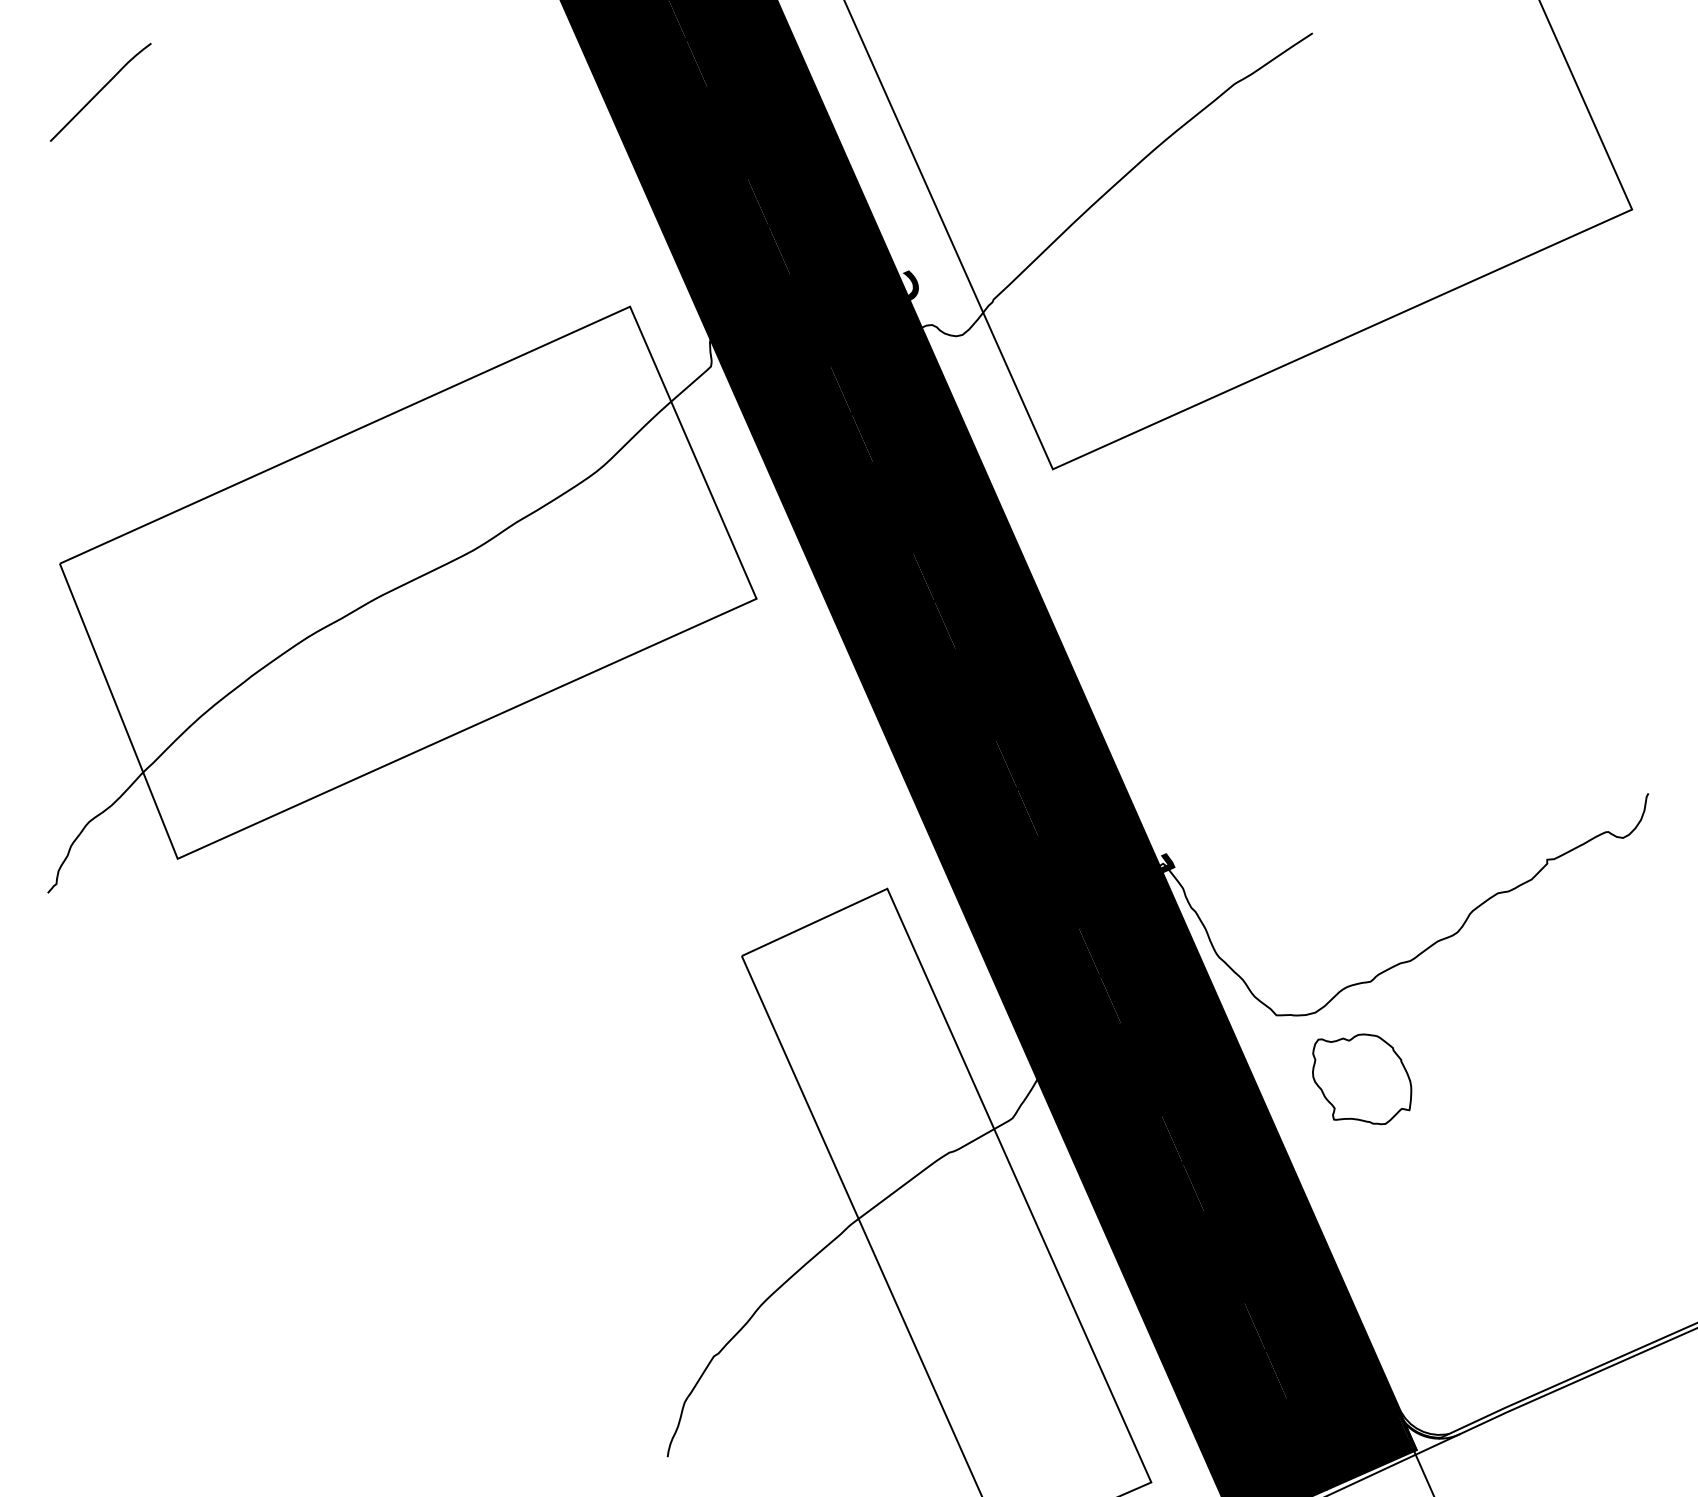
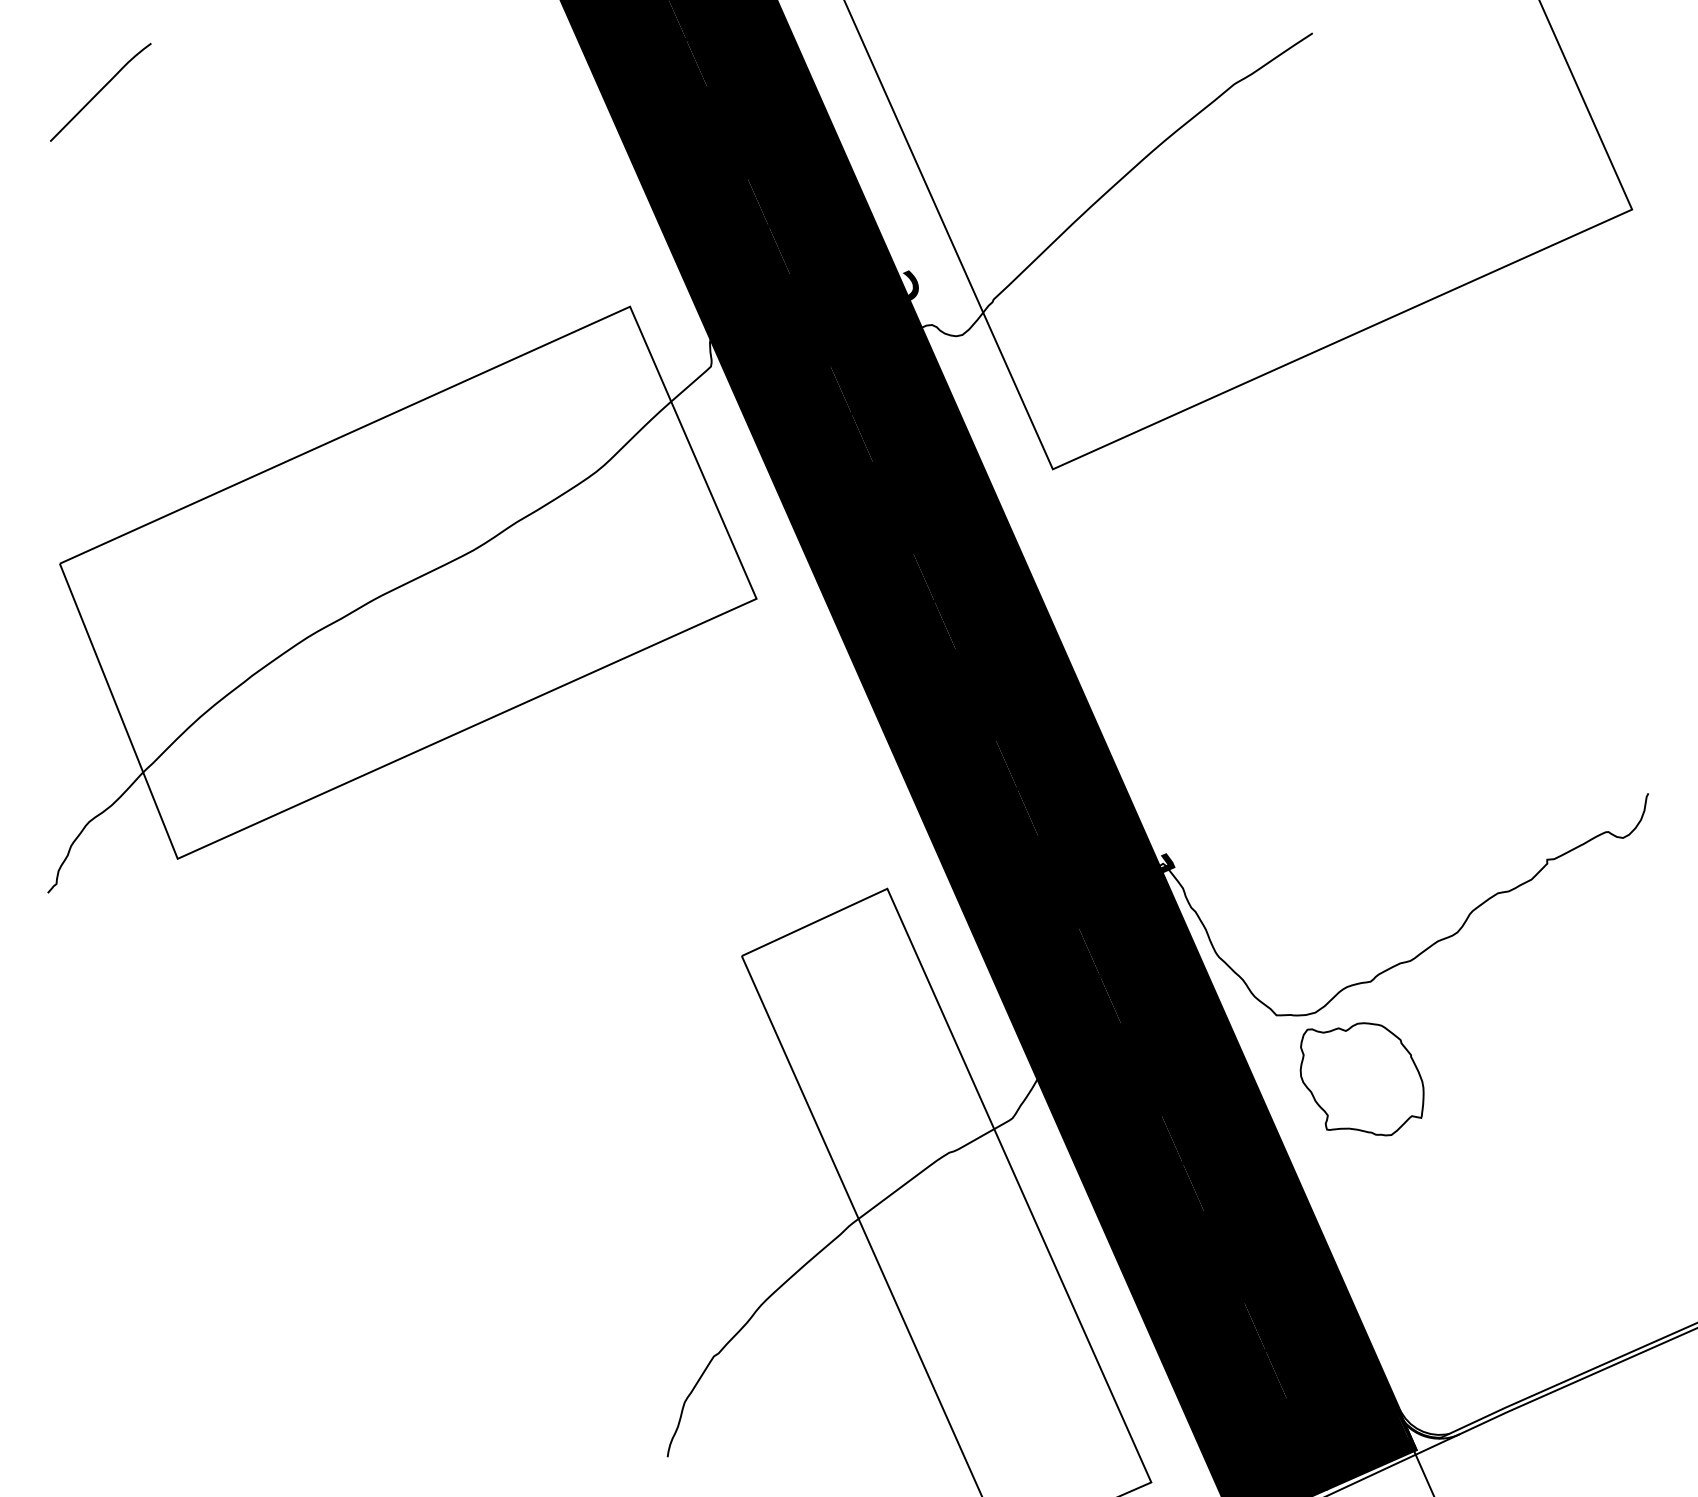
part at (1362, 1079) size: 101x93 px -> 126x115 px
